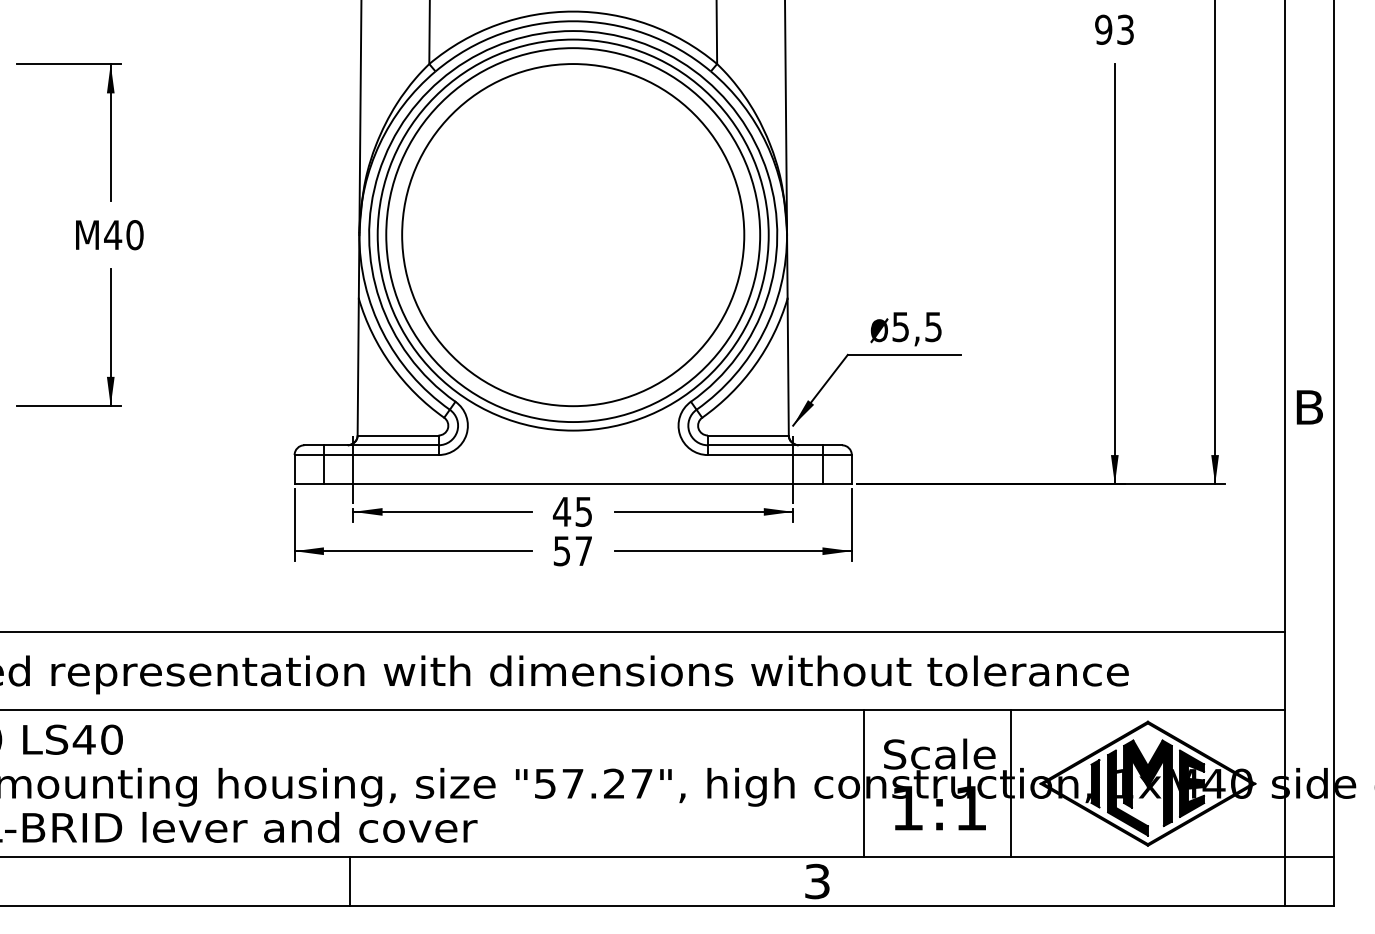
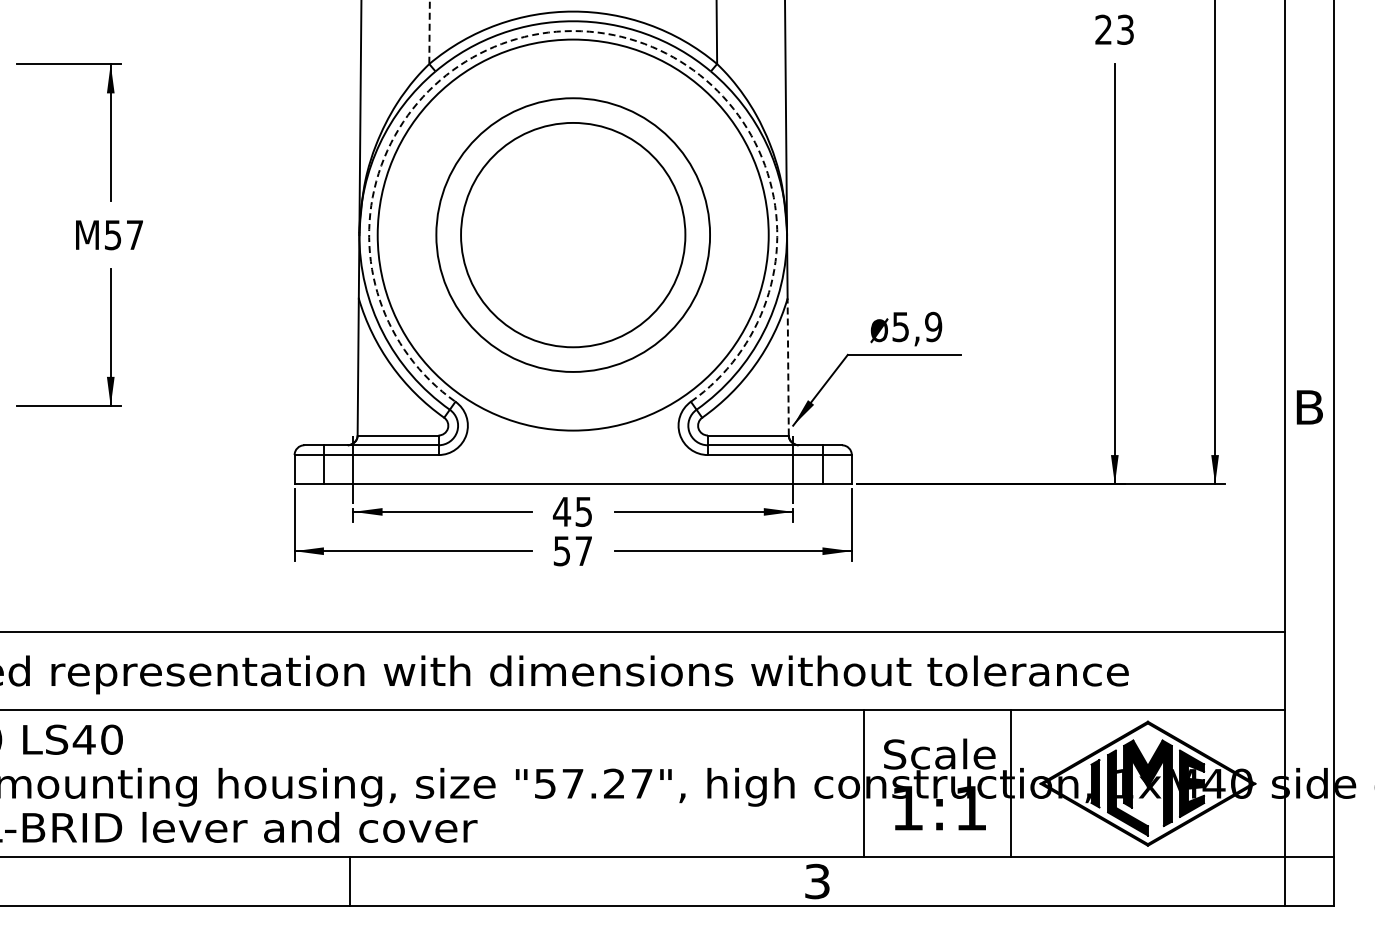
text at (1103, 29): 93 -> 23
arc at (573, 31): solid -> dashed
line at (429, 32): solid -> dashed
text at (123, 235): M40 -> M57
circle at (573, 235) diameter: 342 px -> 274 px
circle at (573, 235) diameter: 374 px -> 224 px
text at (933, 326): ø5,5 -> ø5,9
line at (788, 366): solid -> dashed
